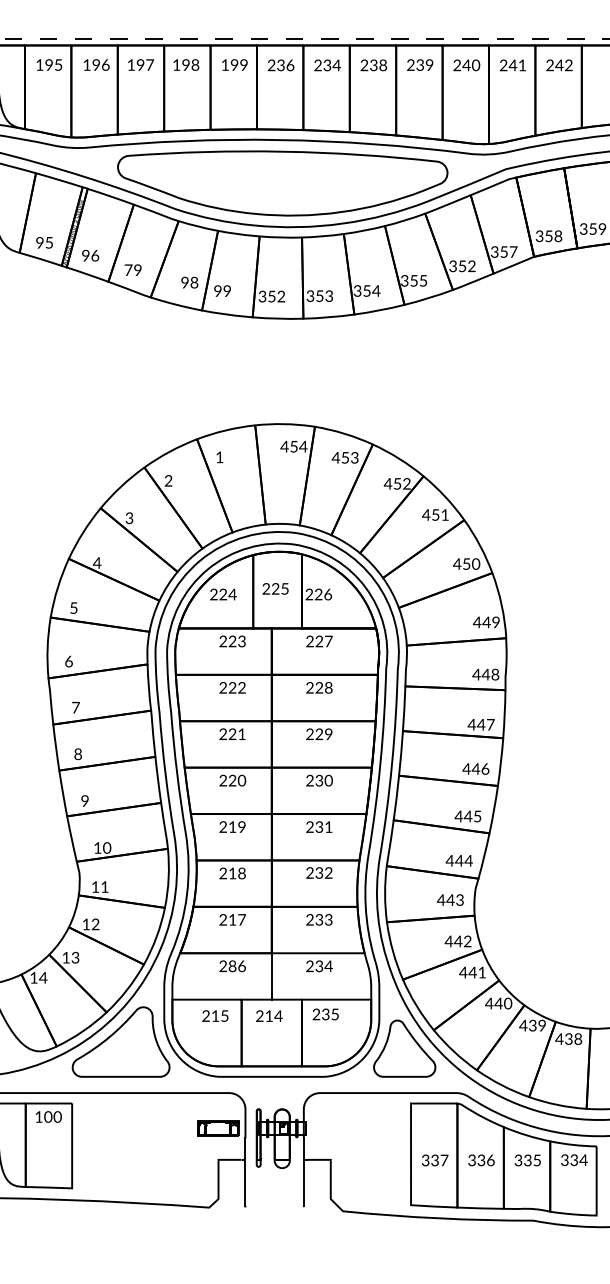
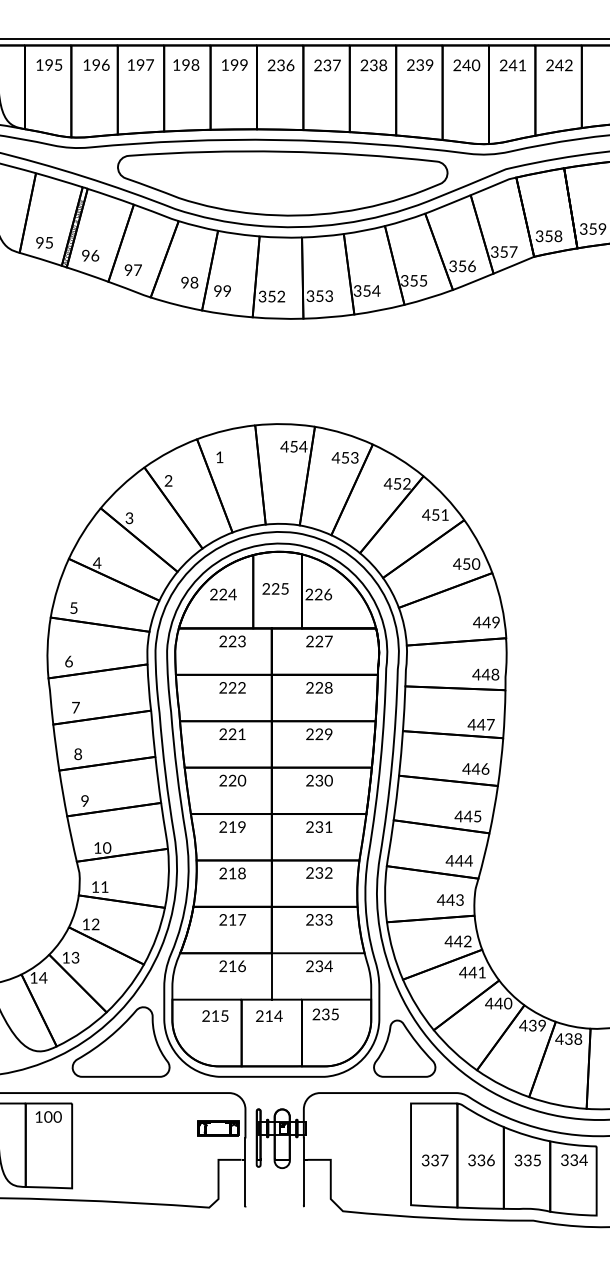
line at (304, 38): dashed -> solid
text at (336, 65): 234 -> 237
text at (471, 266): 352 -> 356
text at (132, 269): 79 -> 97
text at (232, 966): 286 -> 216
